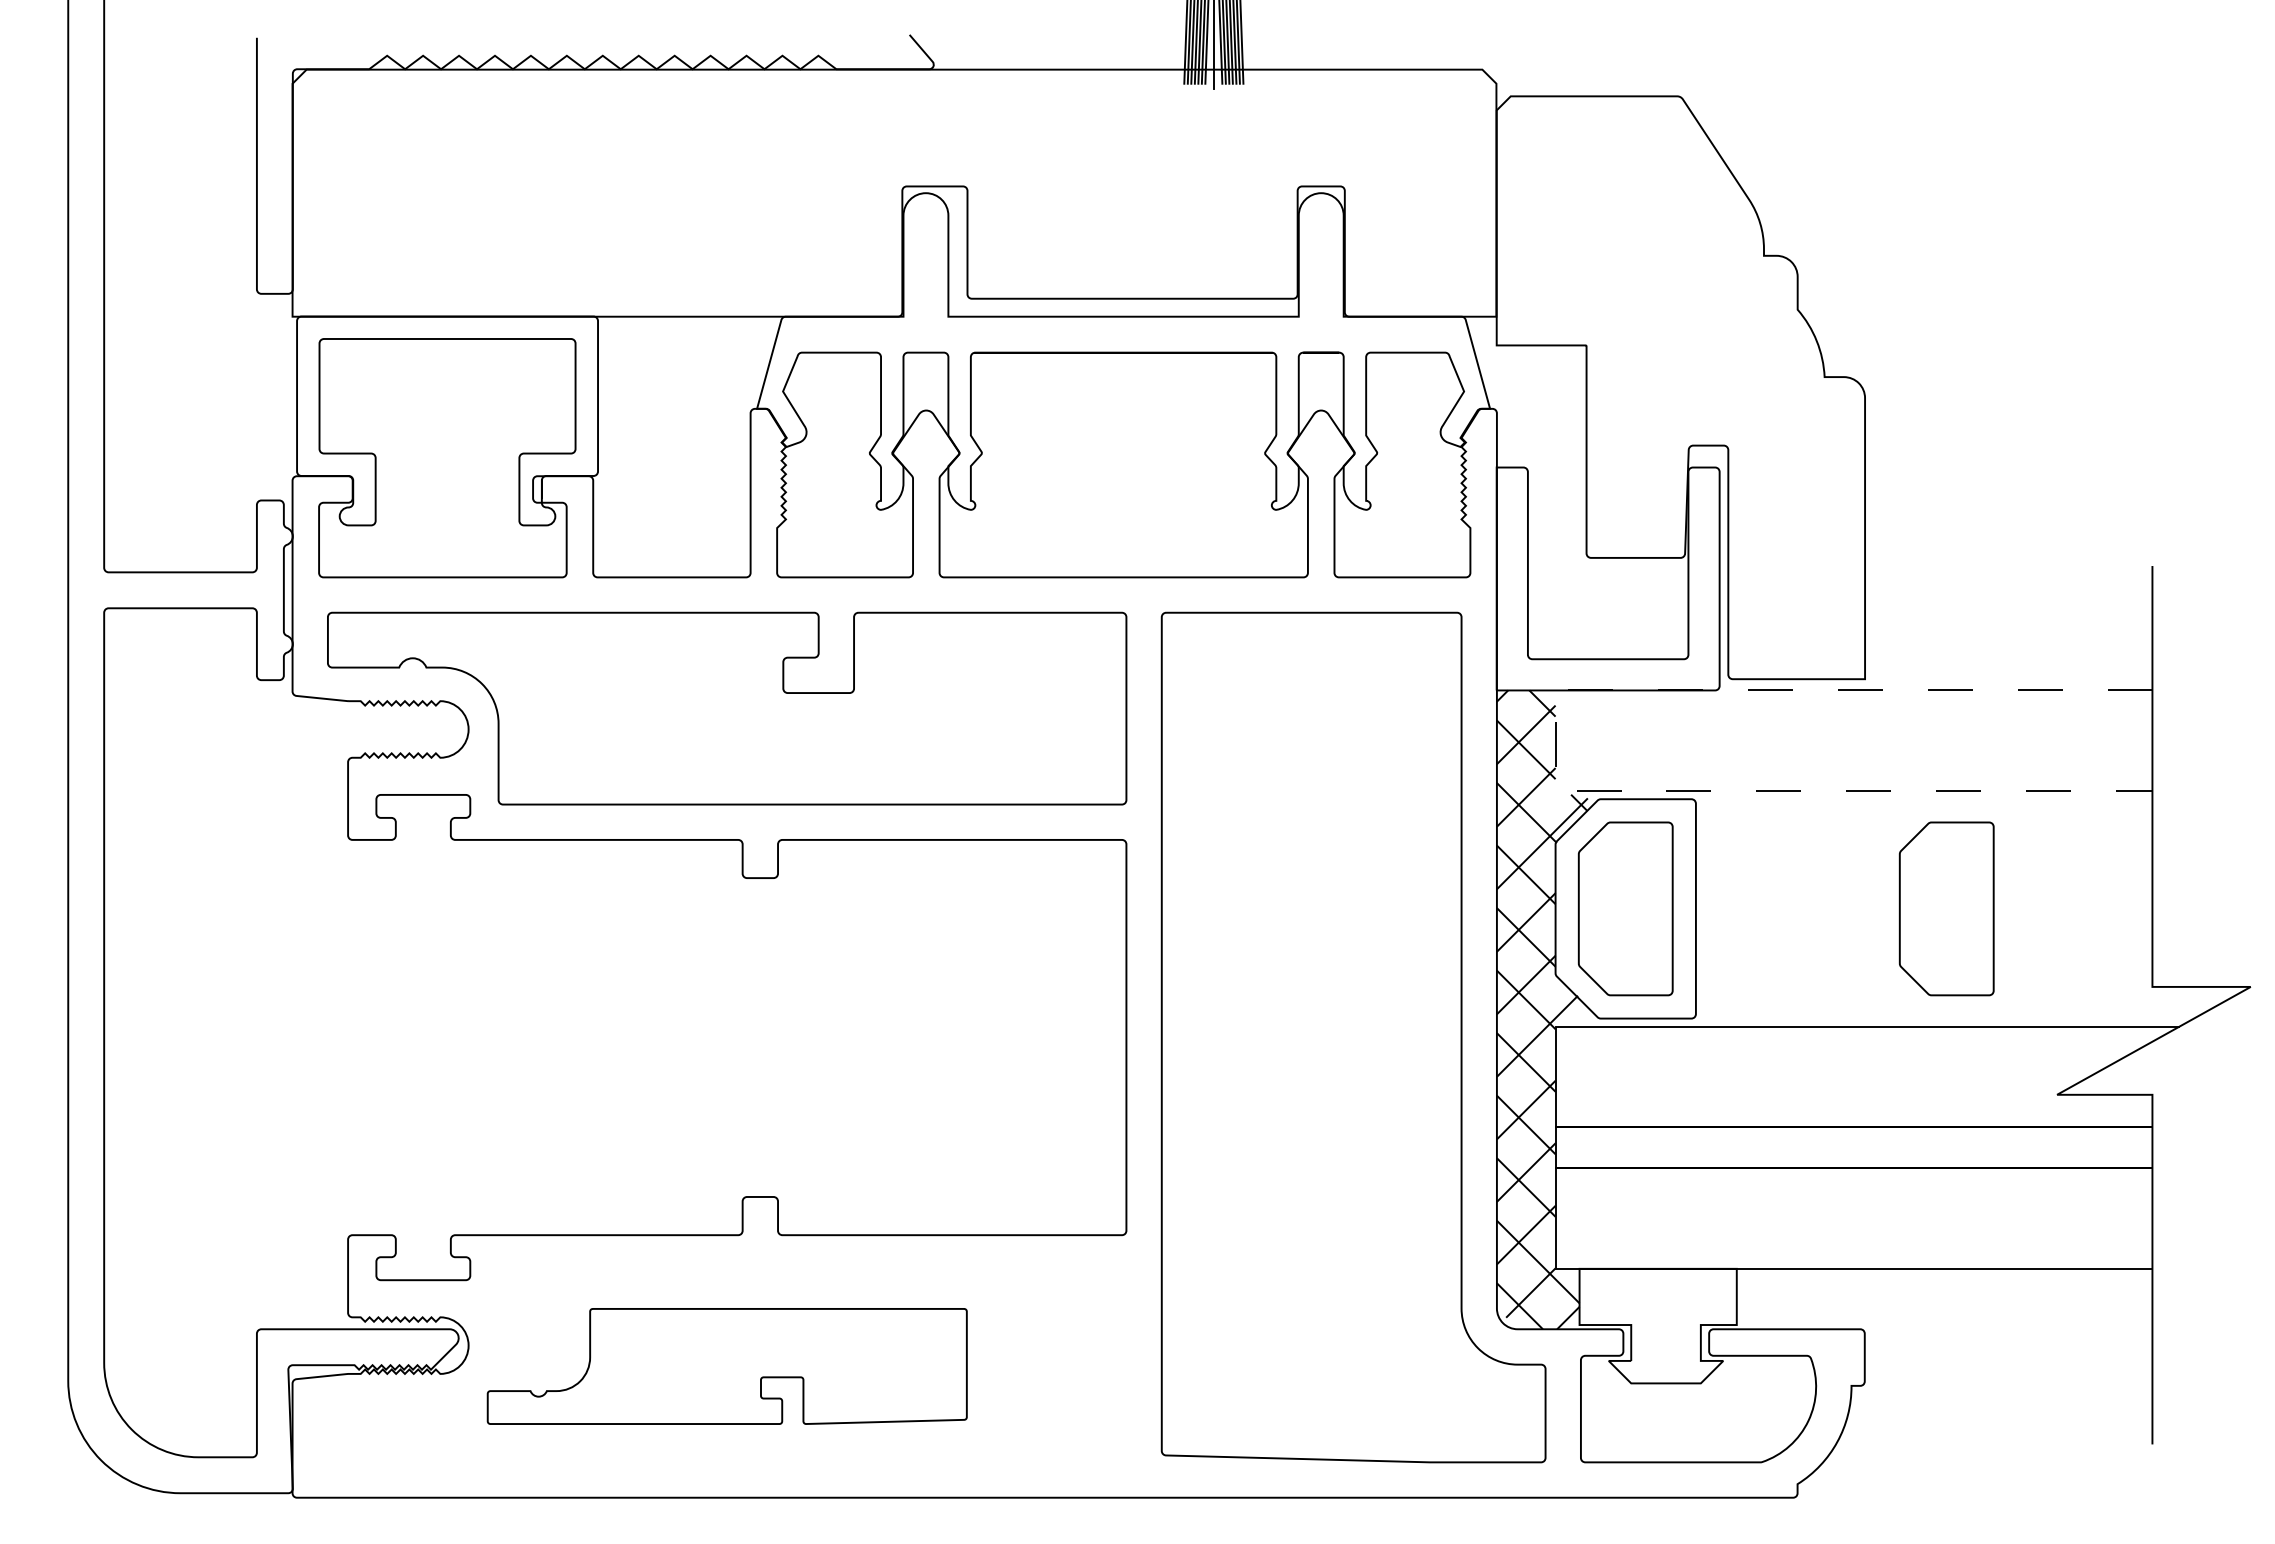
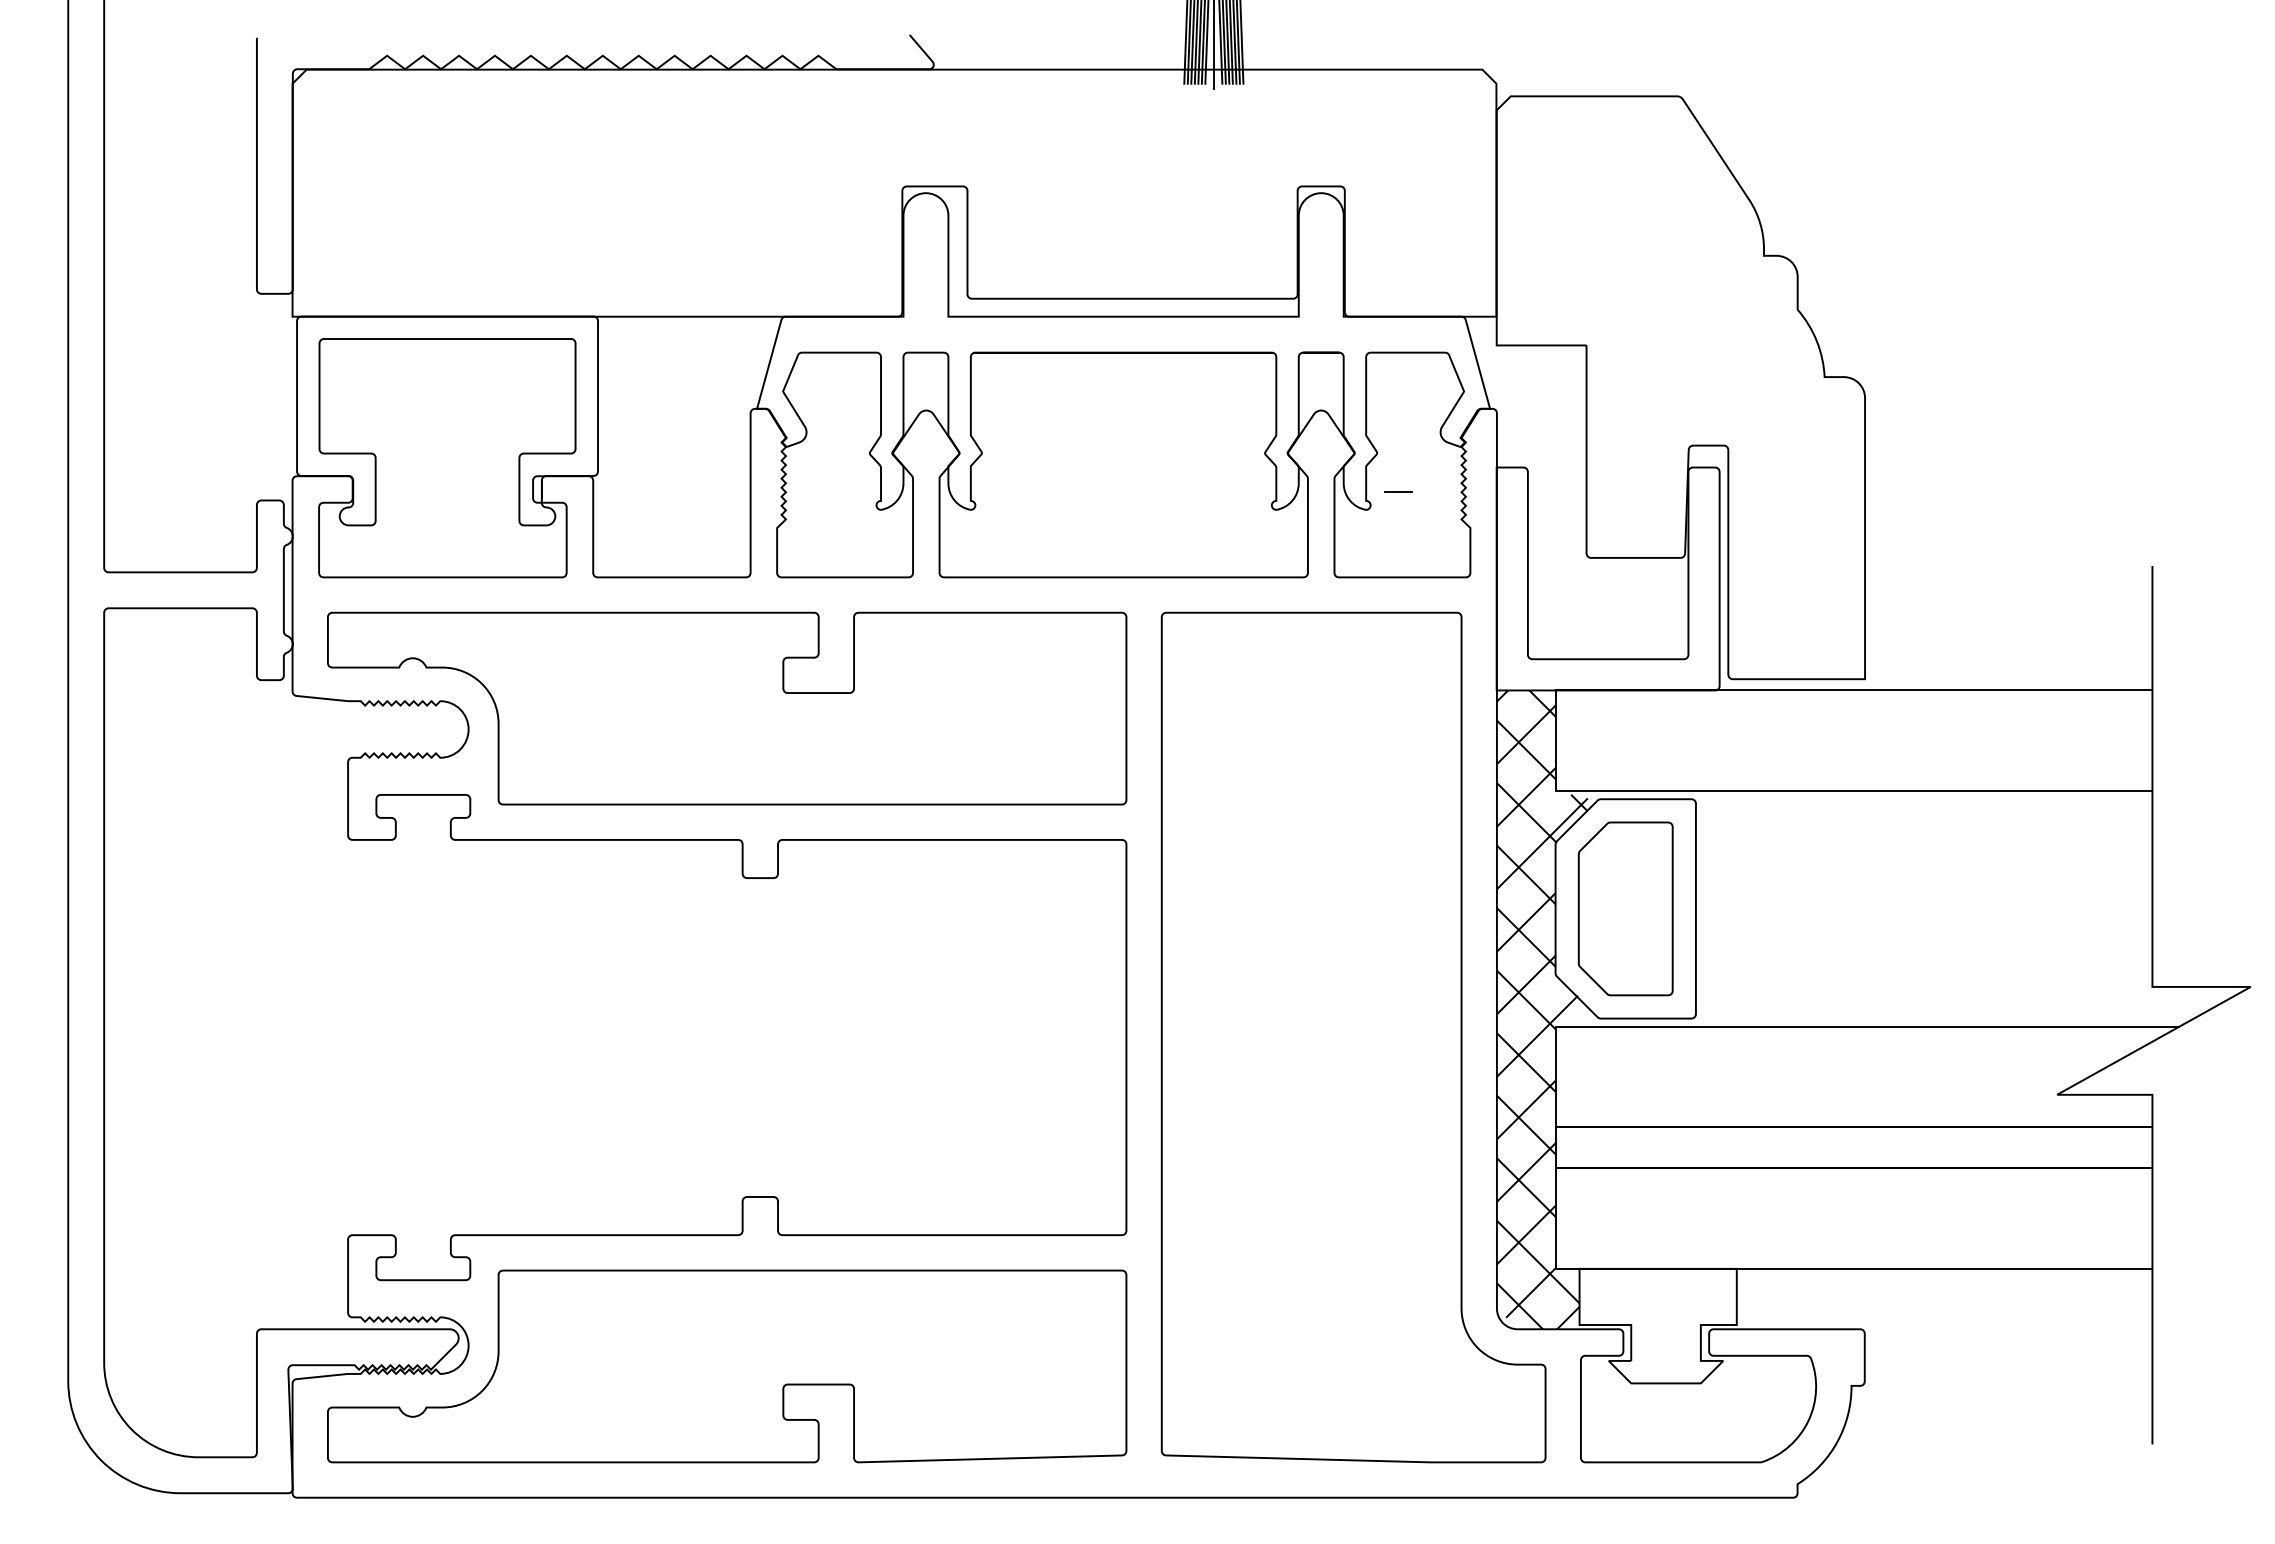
line at (1398, 491): none -> present
line at (1555, 741): dashed -> solid
part at (1946, 908): present -> none
part at (726, 1366) size: 482x117 px -> 801x195 px
